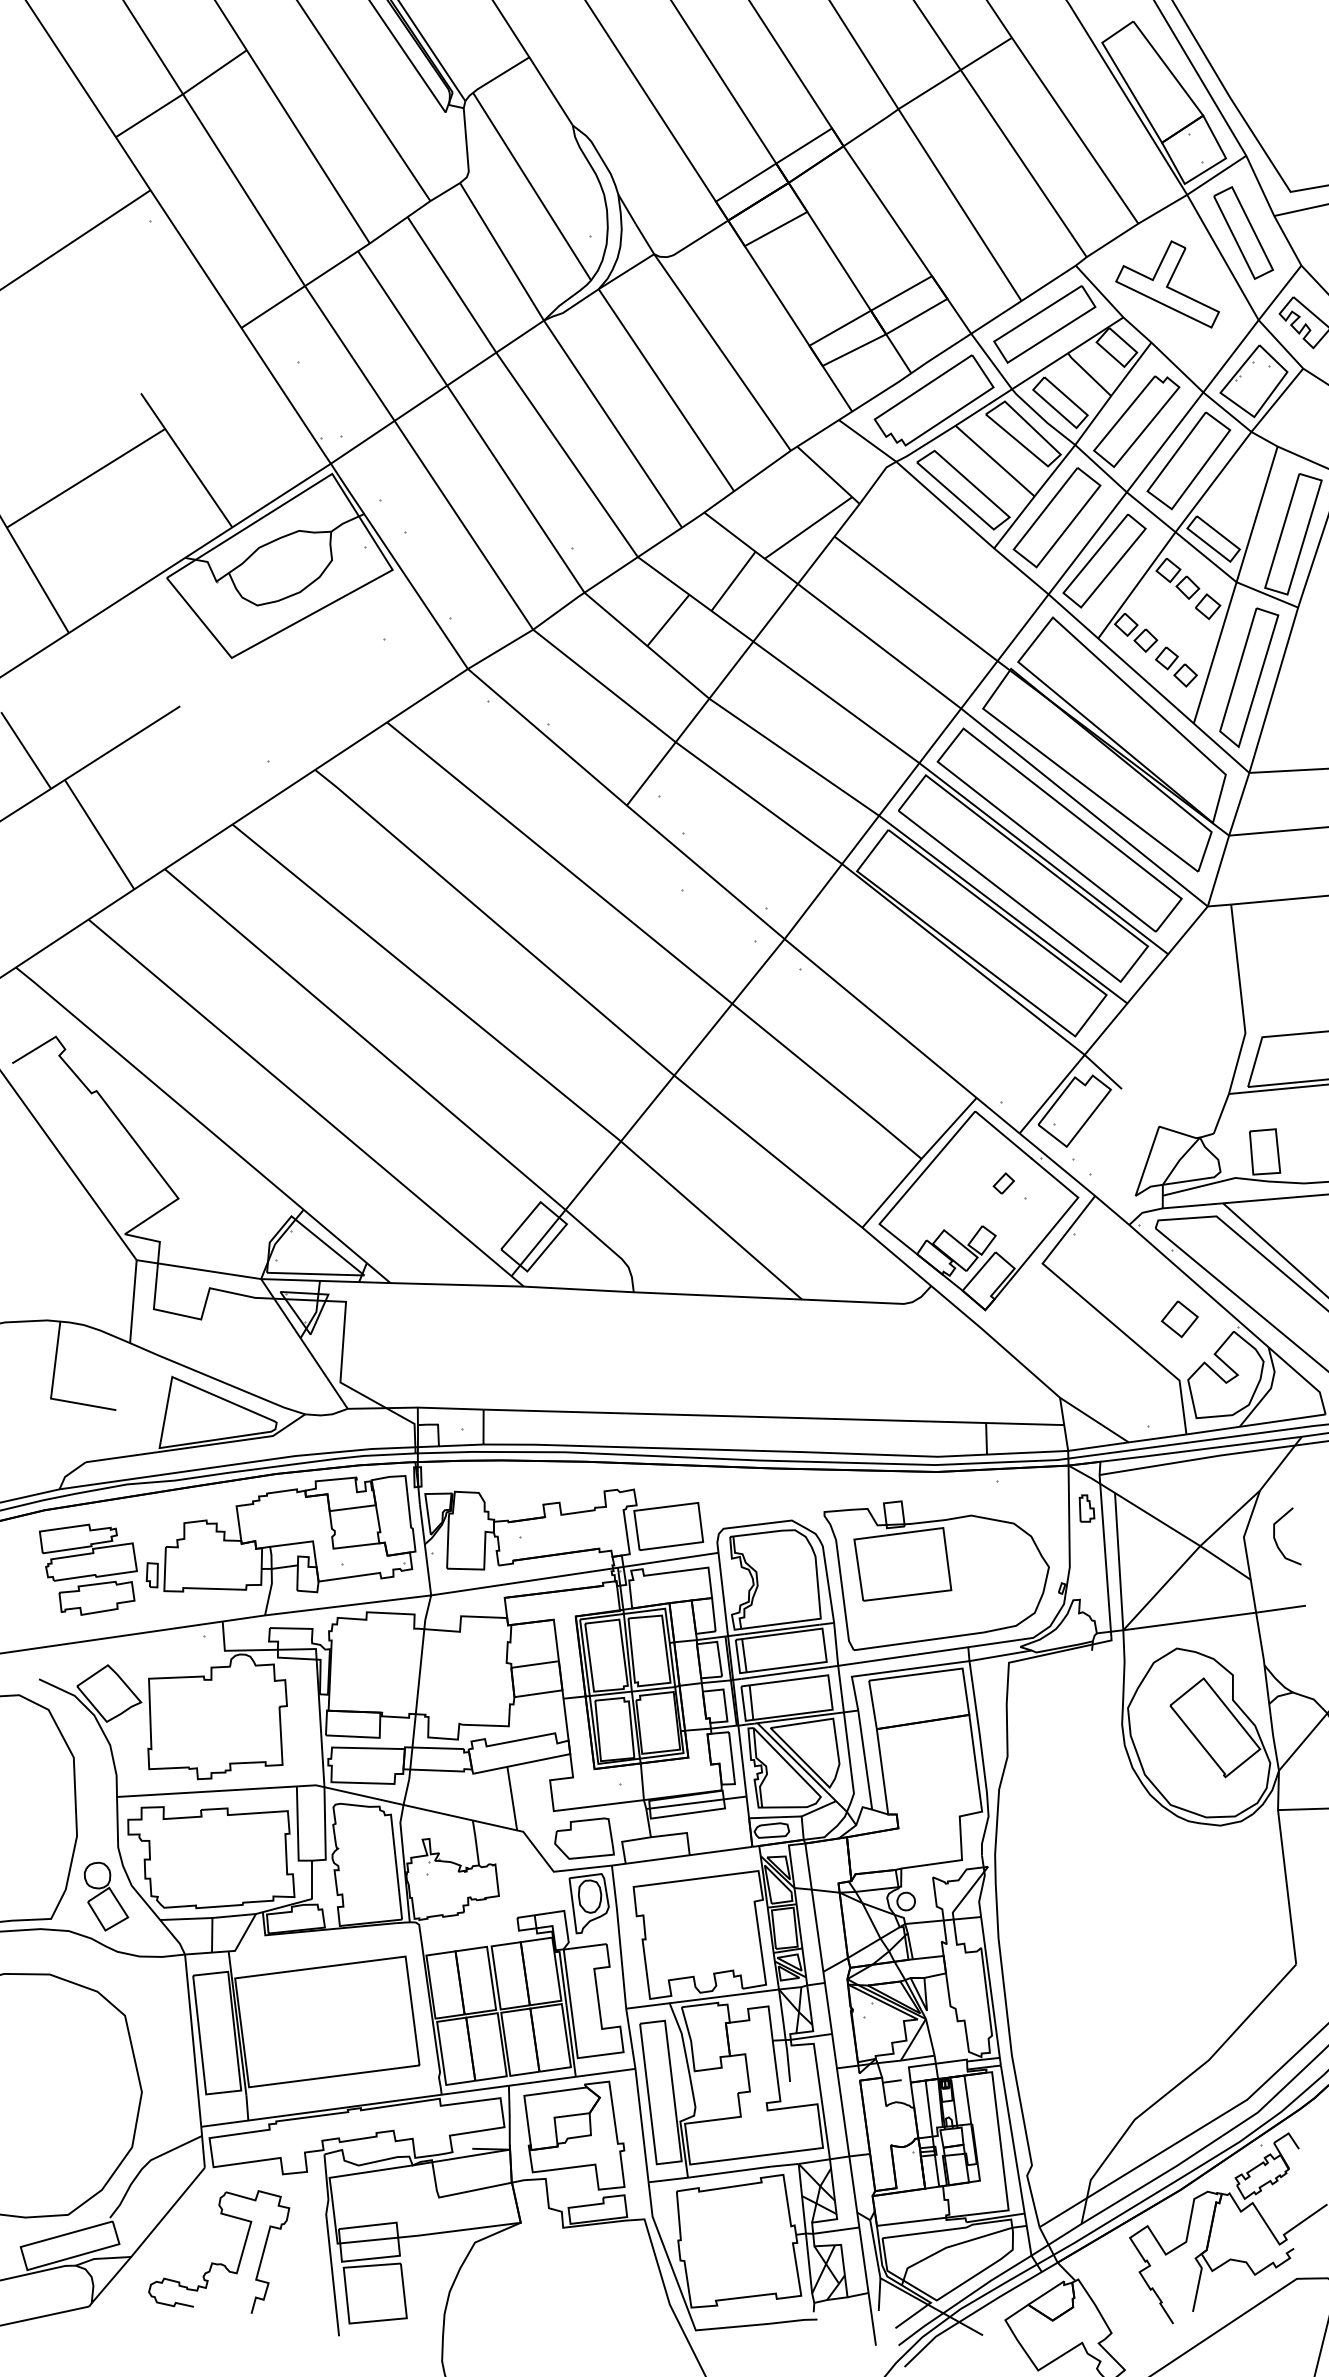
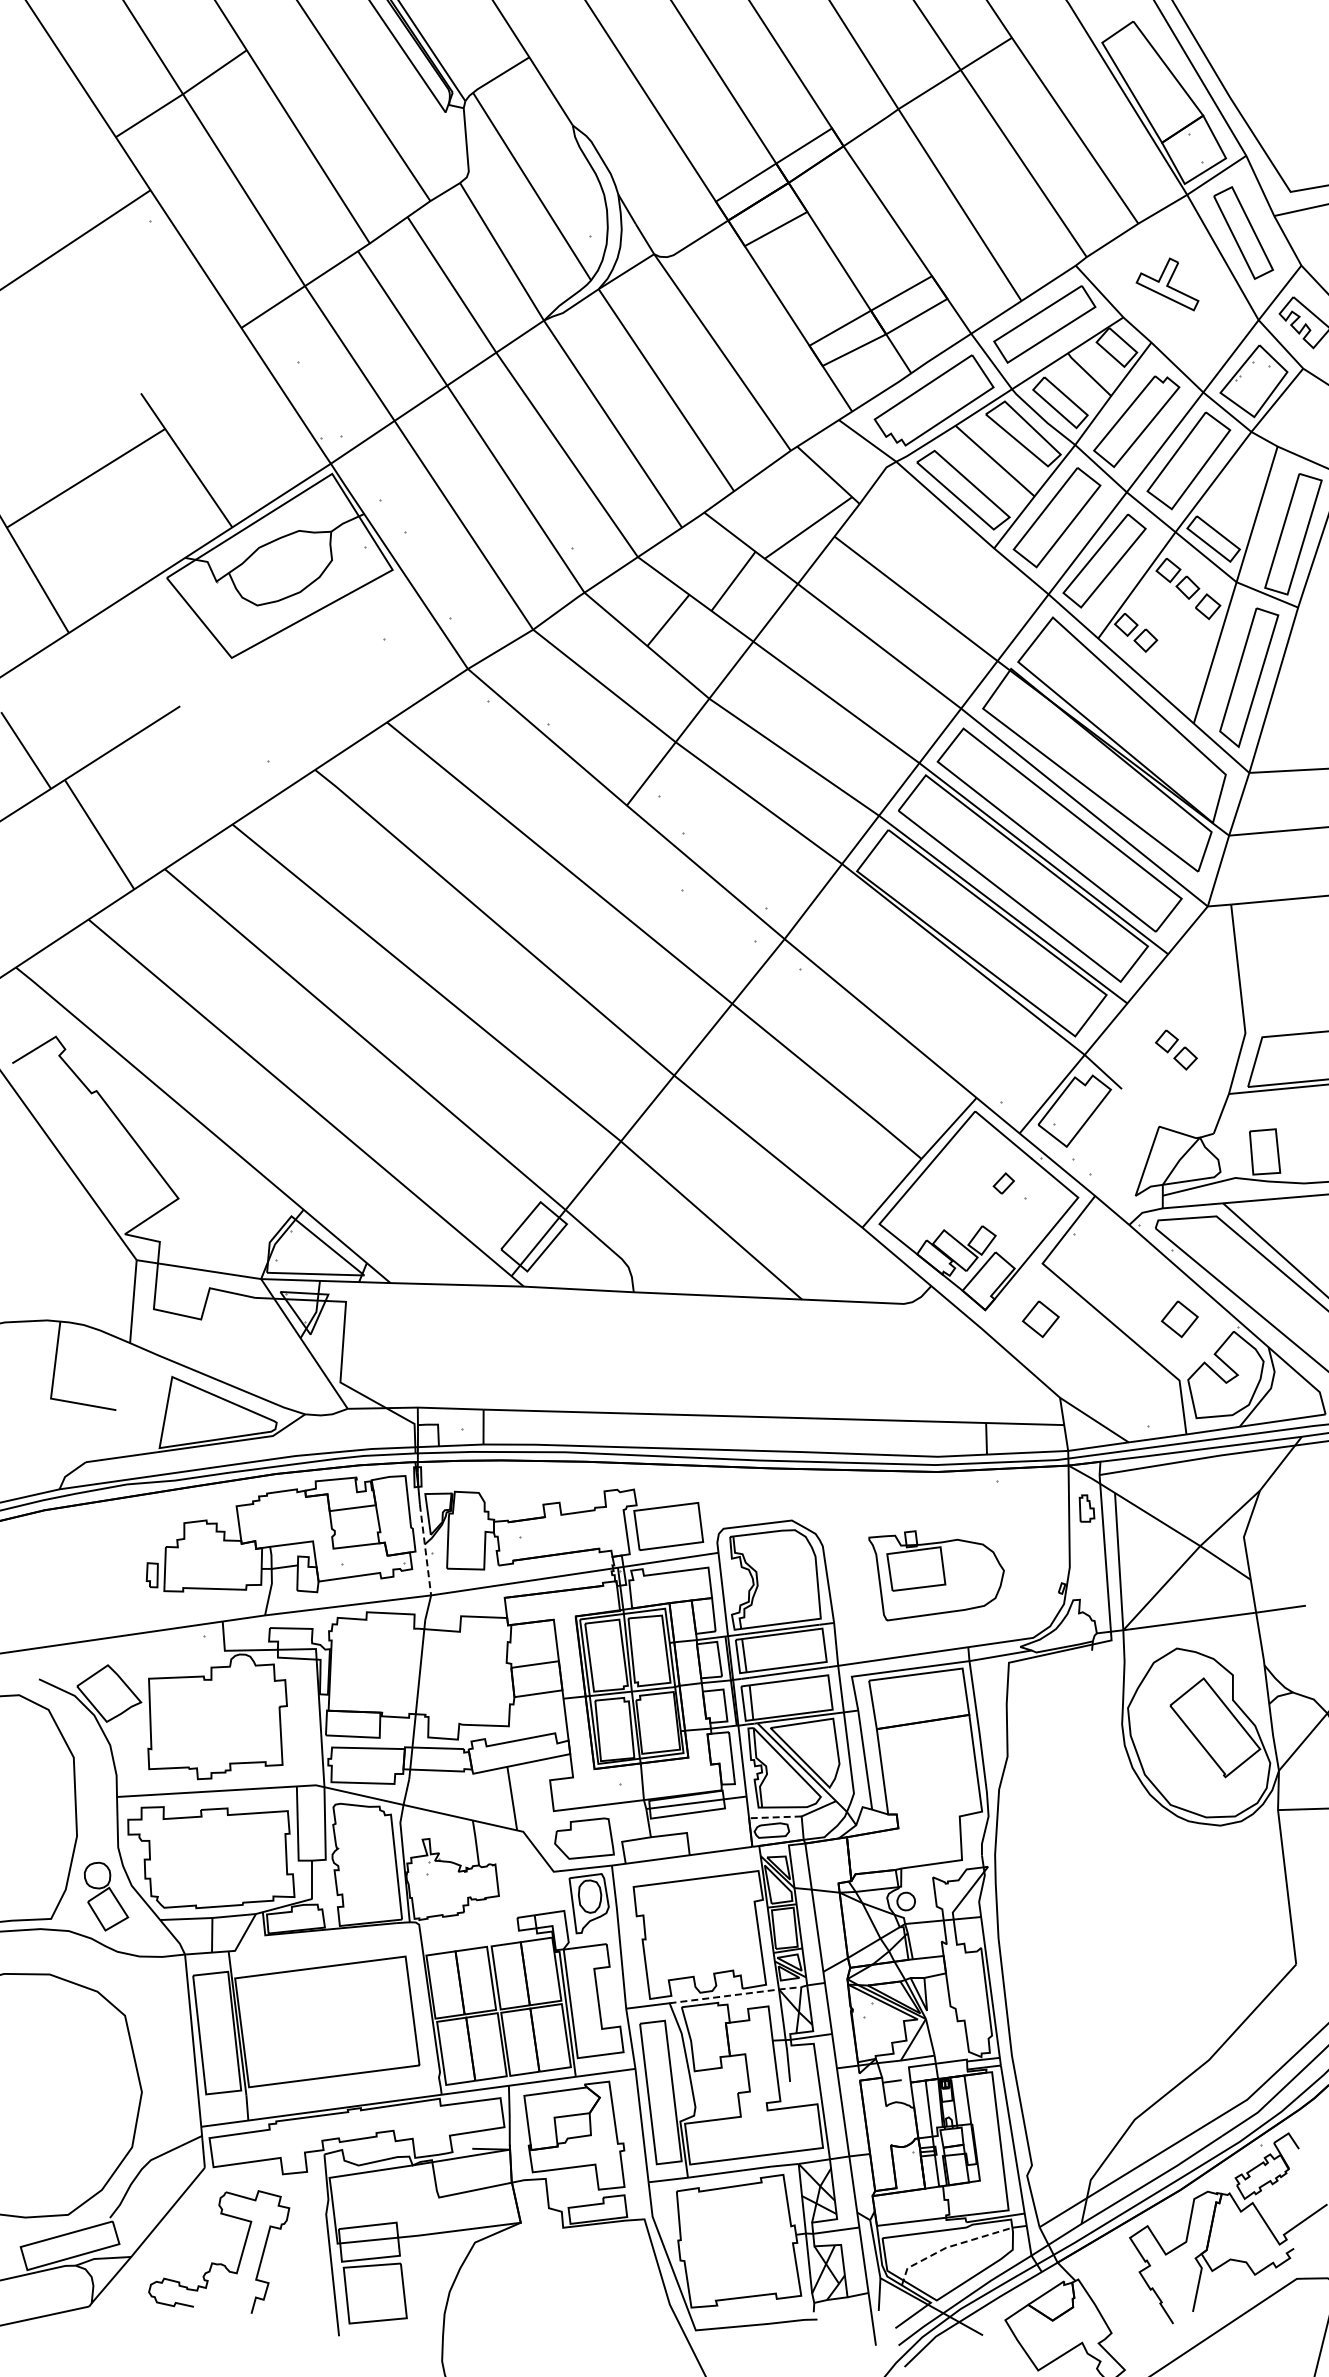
part at (1167, 284) size: 105x89 px -> 65x55 px
part at (1176, 666) position: (1176, 666) -> (1176, 1049)
part at (1040, 1319): none -> present
curve at (1276, 1540): present -> none
line at (425, 1550): solid -> dashed
part at (88, 1569): present -> none
part at (936, 1575) size: 227x152 px -> 137x92 px
line at (774, 1817): solid -> dashed
line at (739, 1994): solid -> dashed
line at (949, 2246): solid -> dashed
